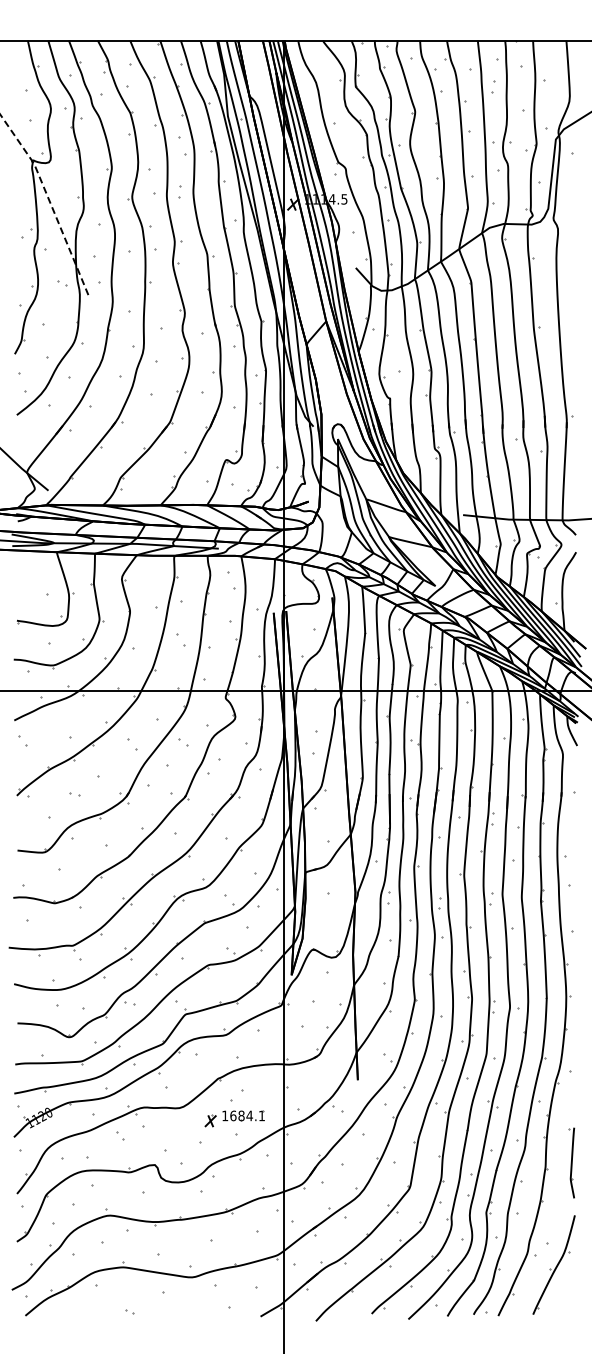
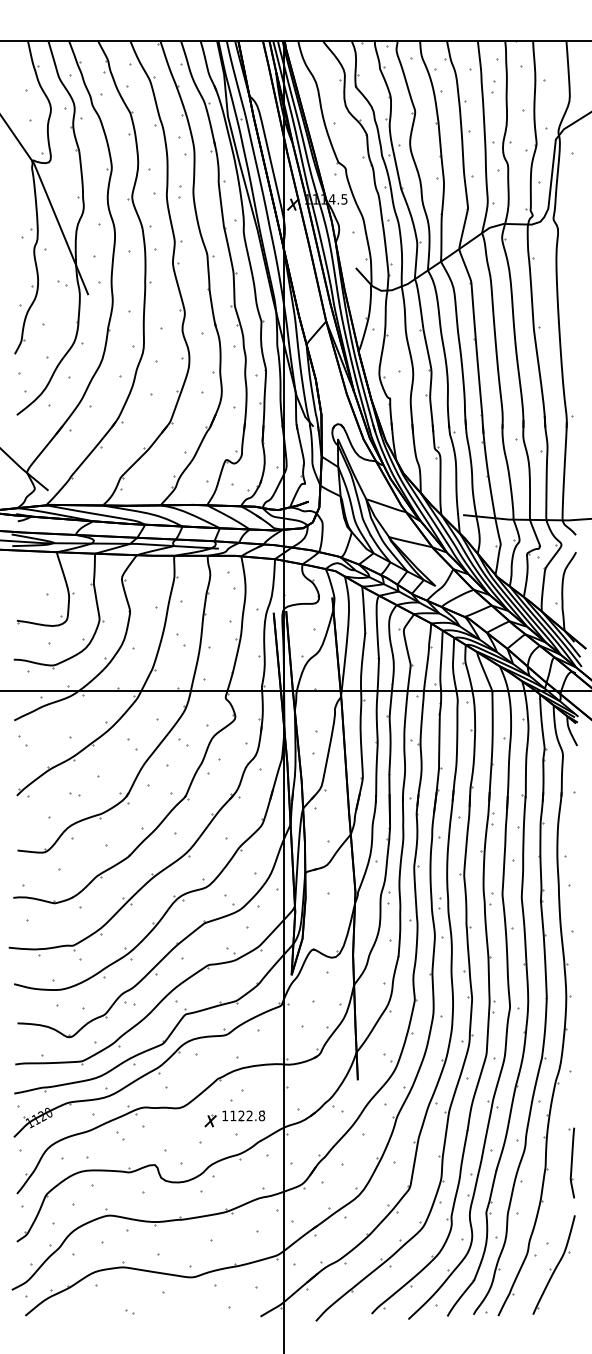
line at (49, 201): dashed -> solid
text at (247, 1115): 1684.1 -> 1122.8
